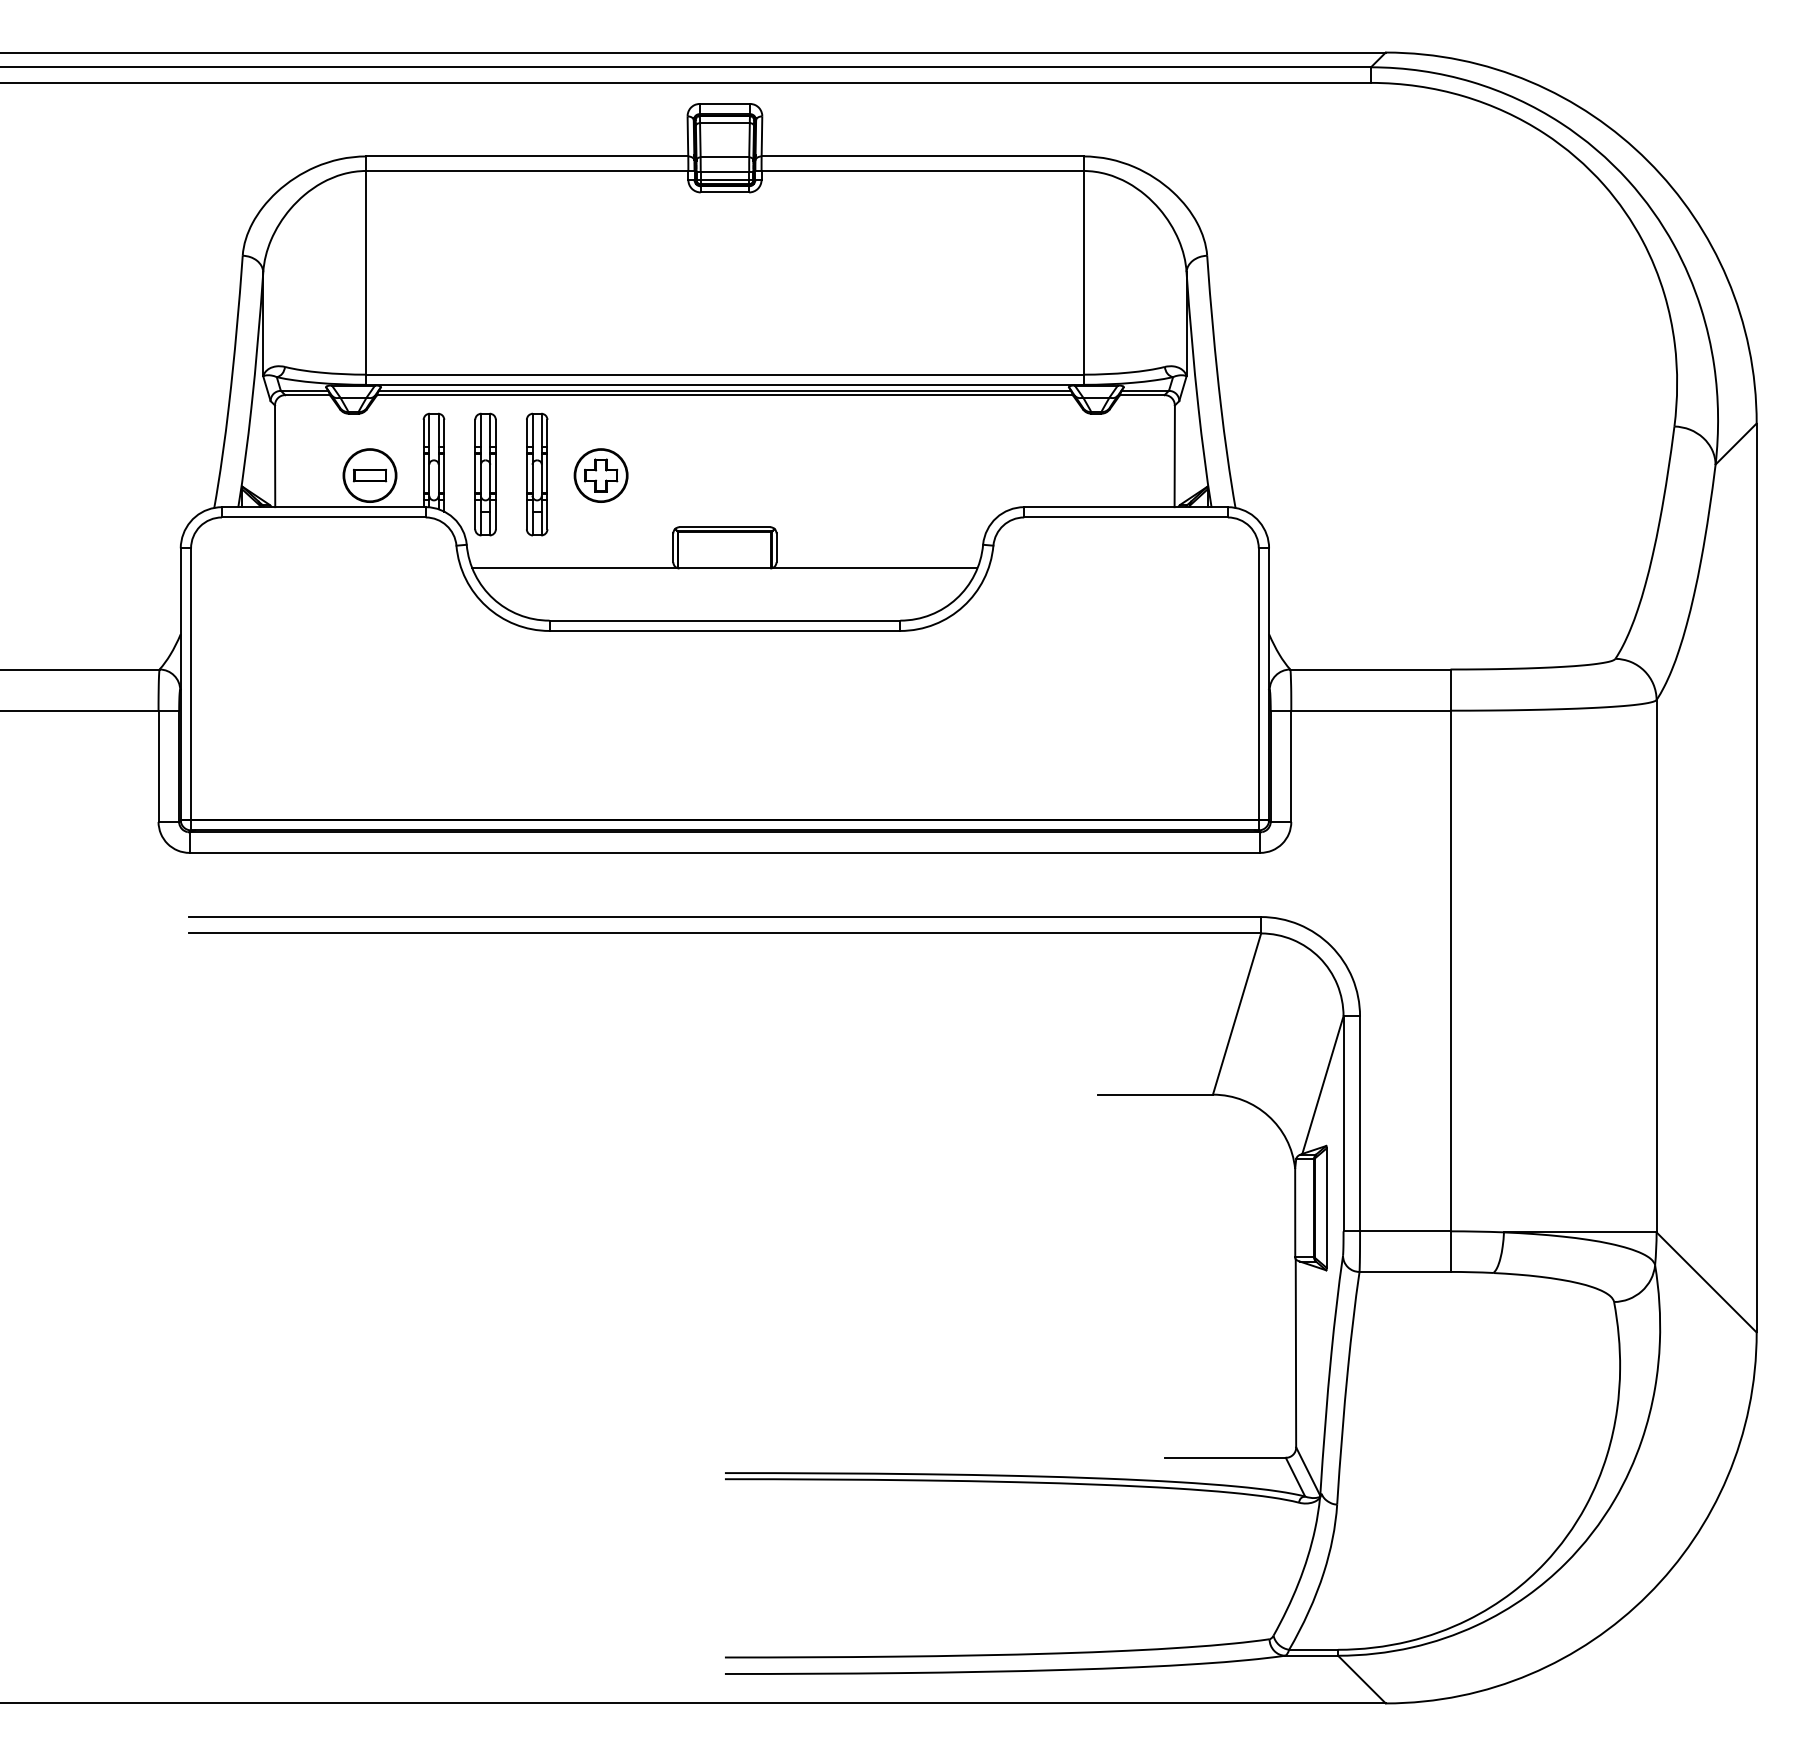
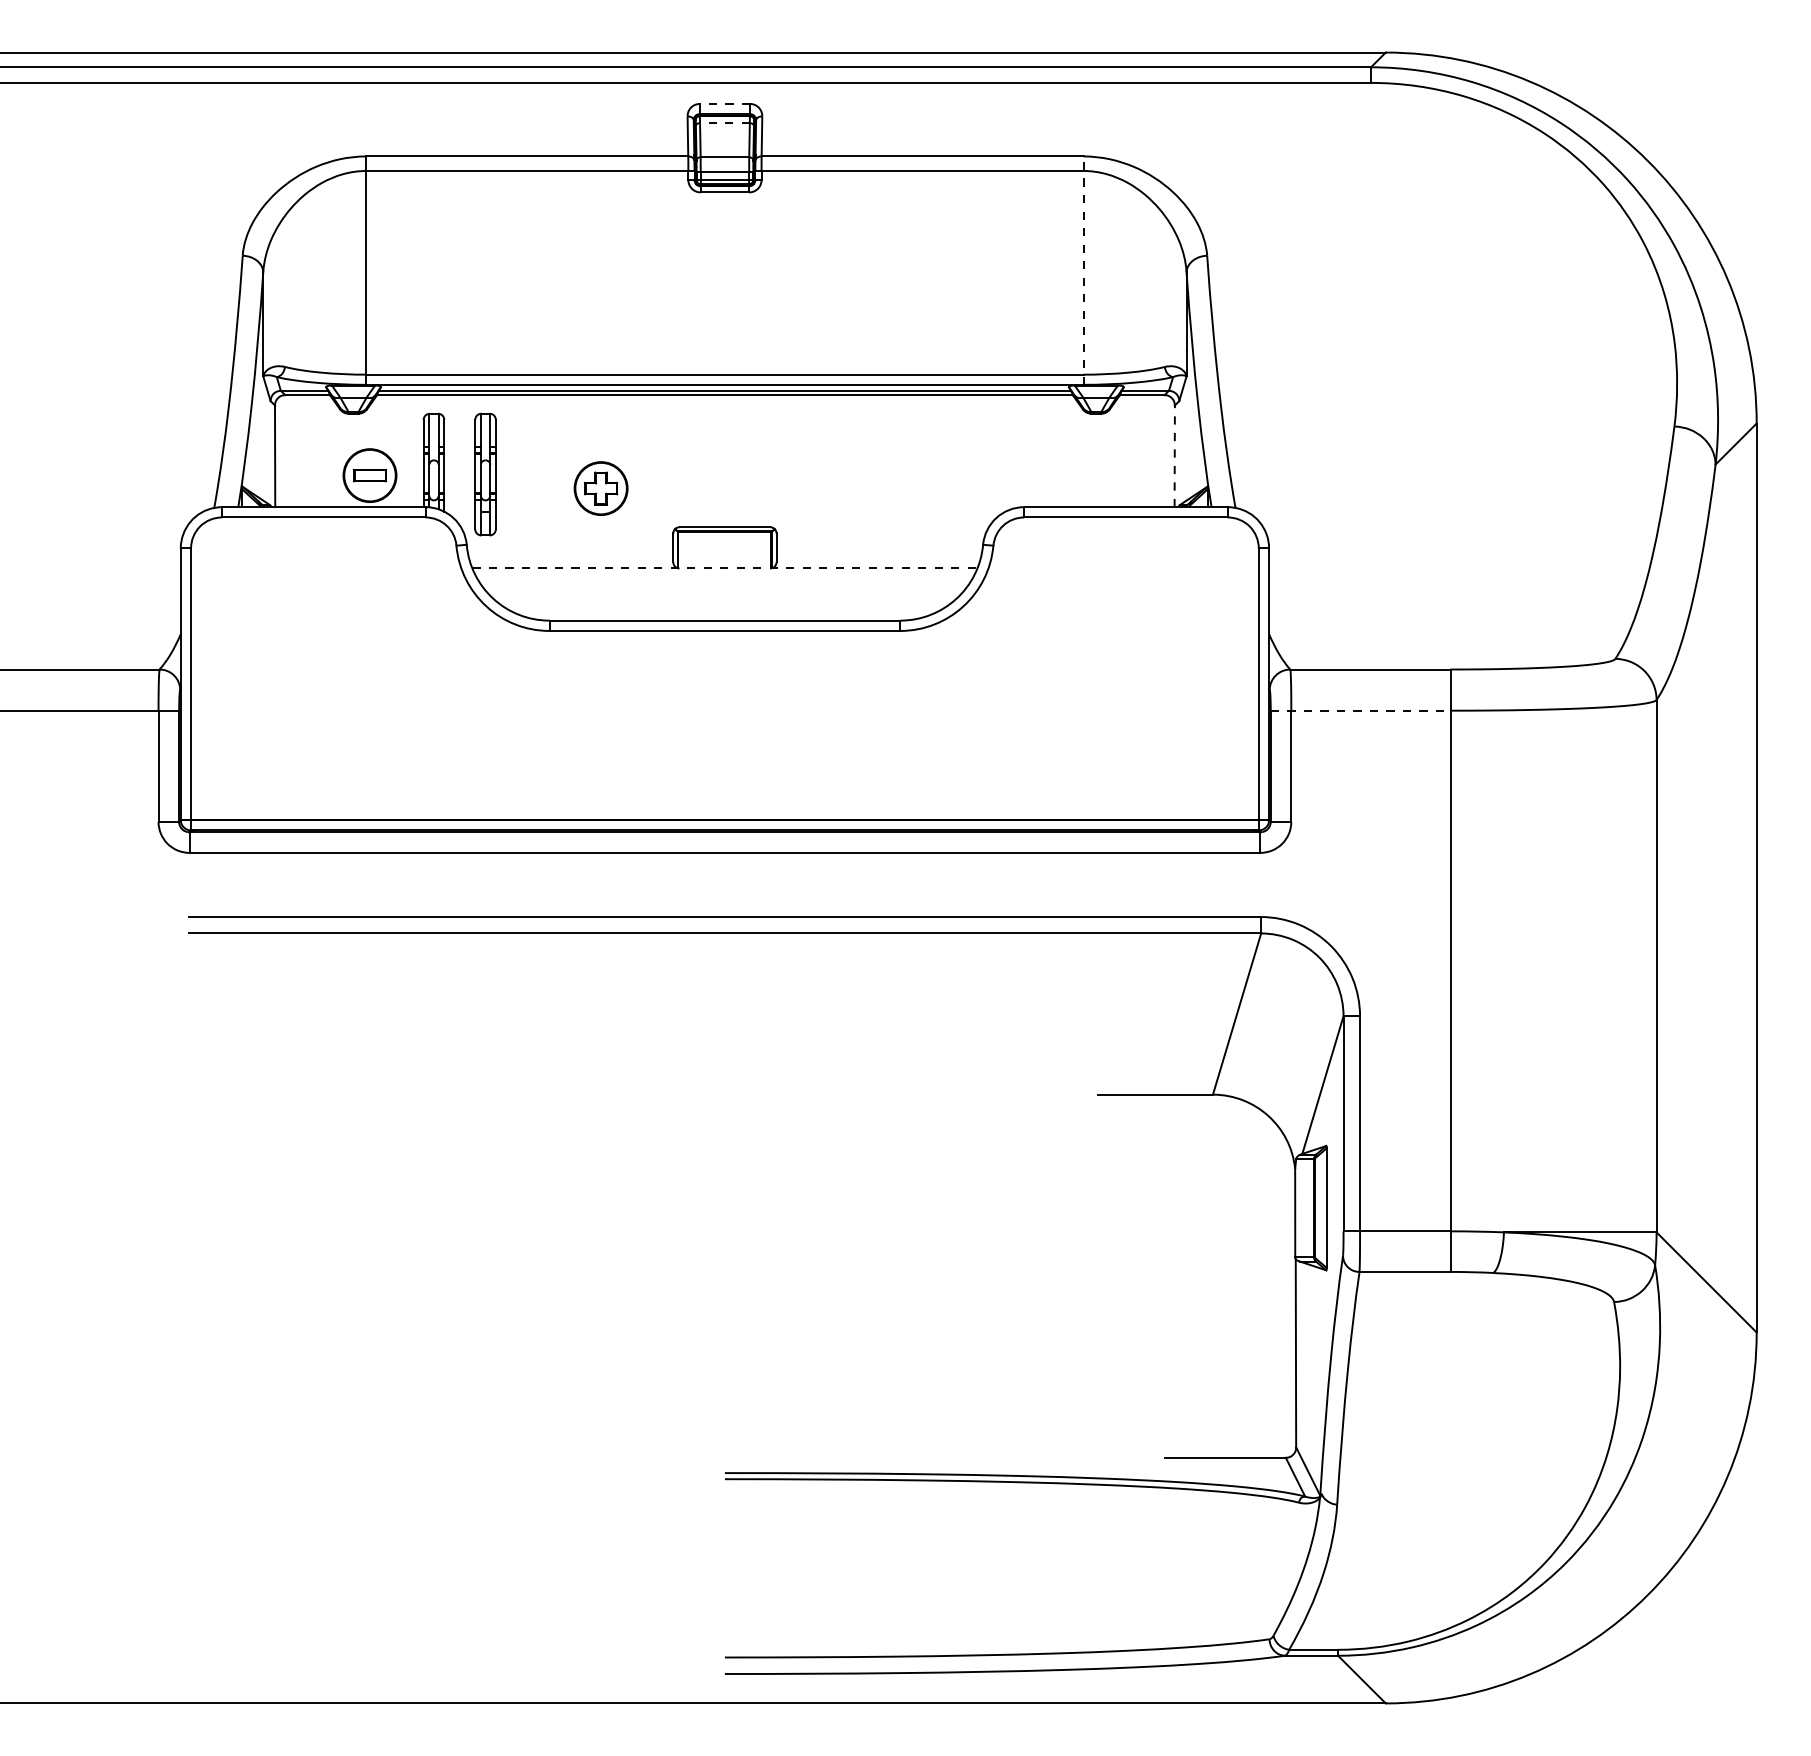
line at (724, 103): solid -> dashed
line at (724, 123): solid -> dashed
line at (1083, 270): solid -> dashed
line at (1174, 456): solid -> dashed
part at (537, 474): present -> none
part at (600, 475) position: (600, 475) -> (600, 488)
line at (725, 568): solid -> dashed
line at (1360, 710): solid -> dashed
